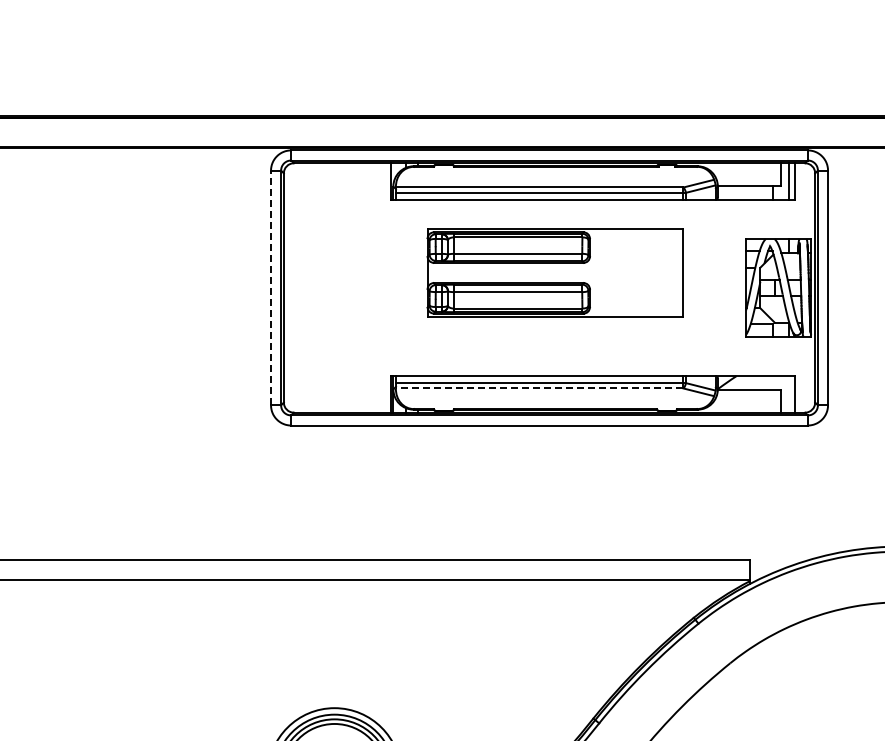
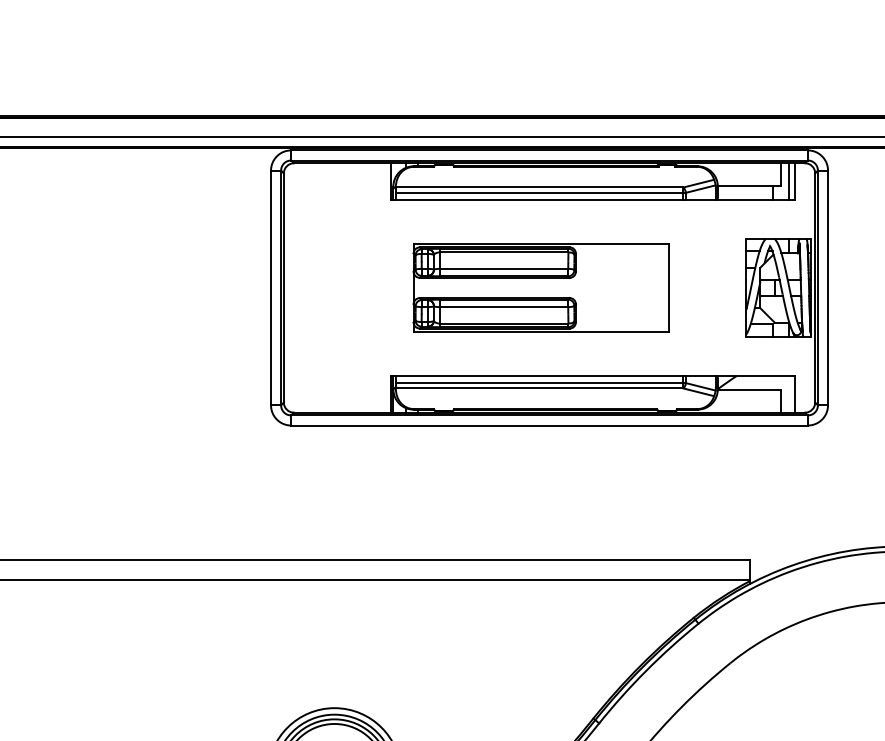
line at (441, 136): none -> present
part at (554, 272) position: (554, 272) -> (540, 287)
line at (271, 287): dashed -> solid
line at (539, 388): dashed -> solid
